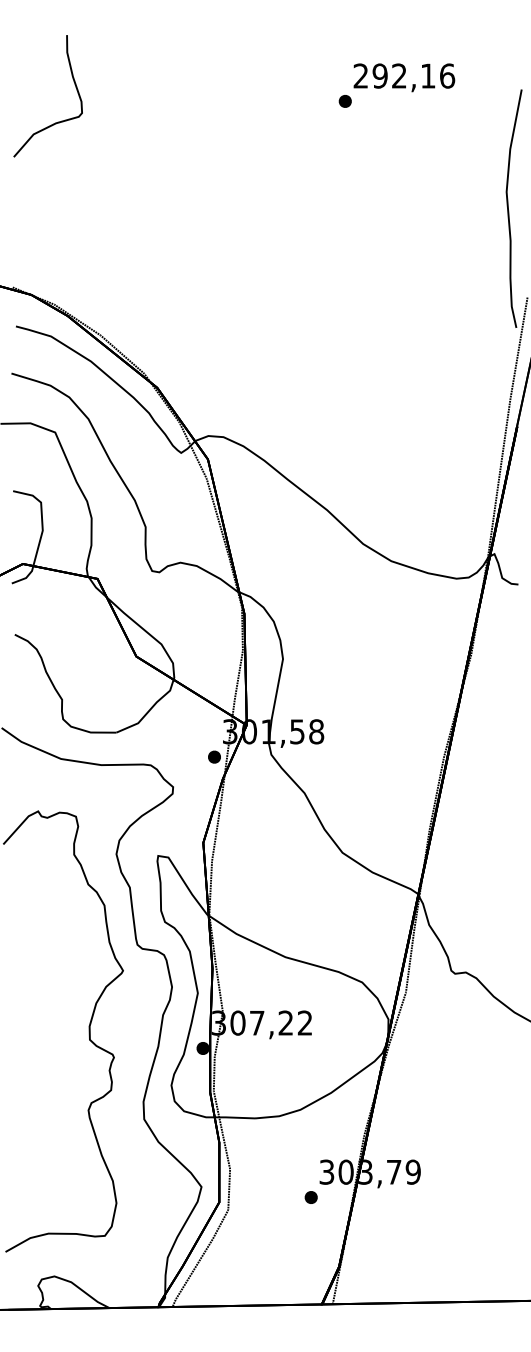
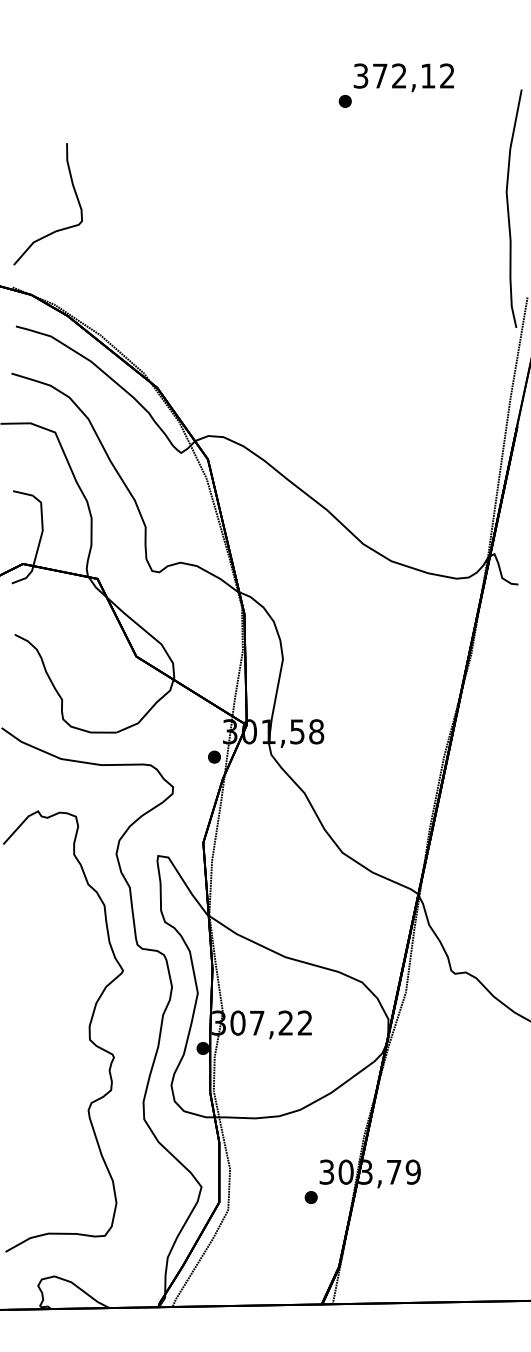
text at (404, 75): 292,16 -> 372,12
curve at (55, 122) position: (55, 122) -> (55, 230)
